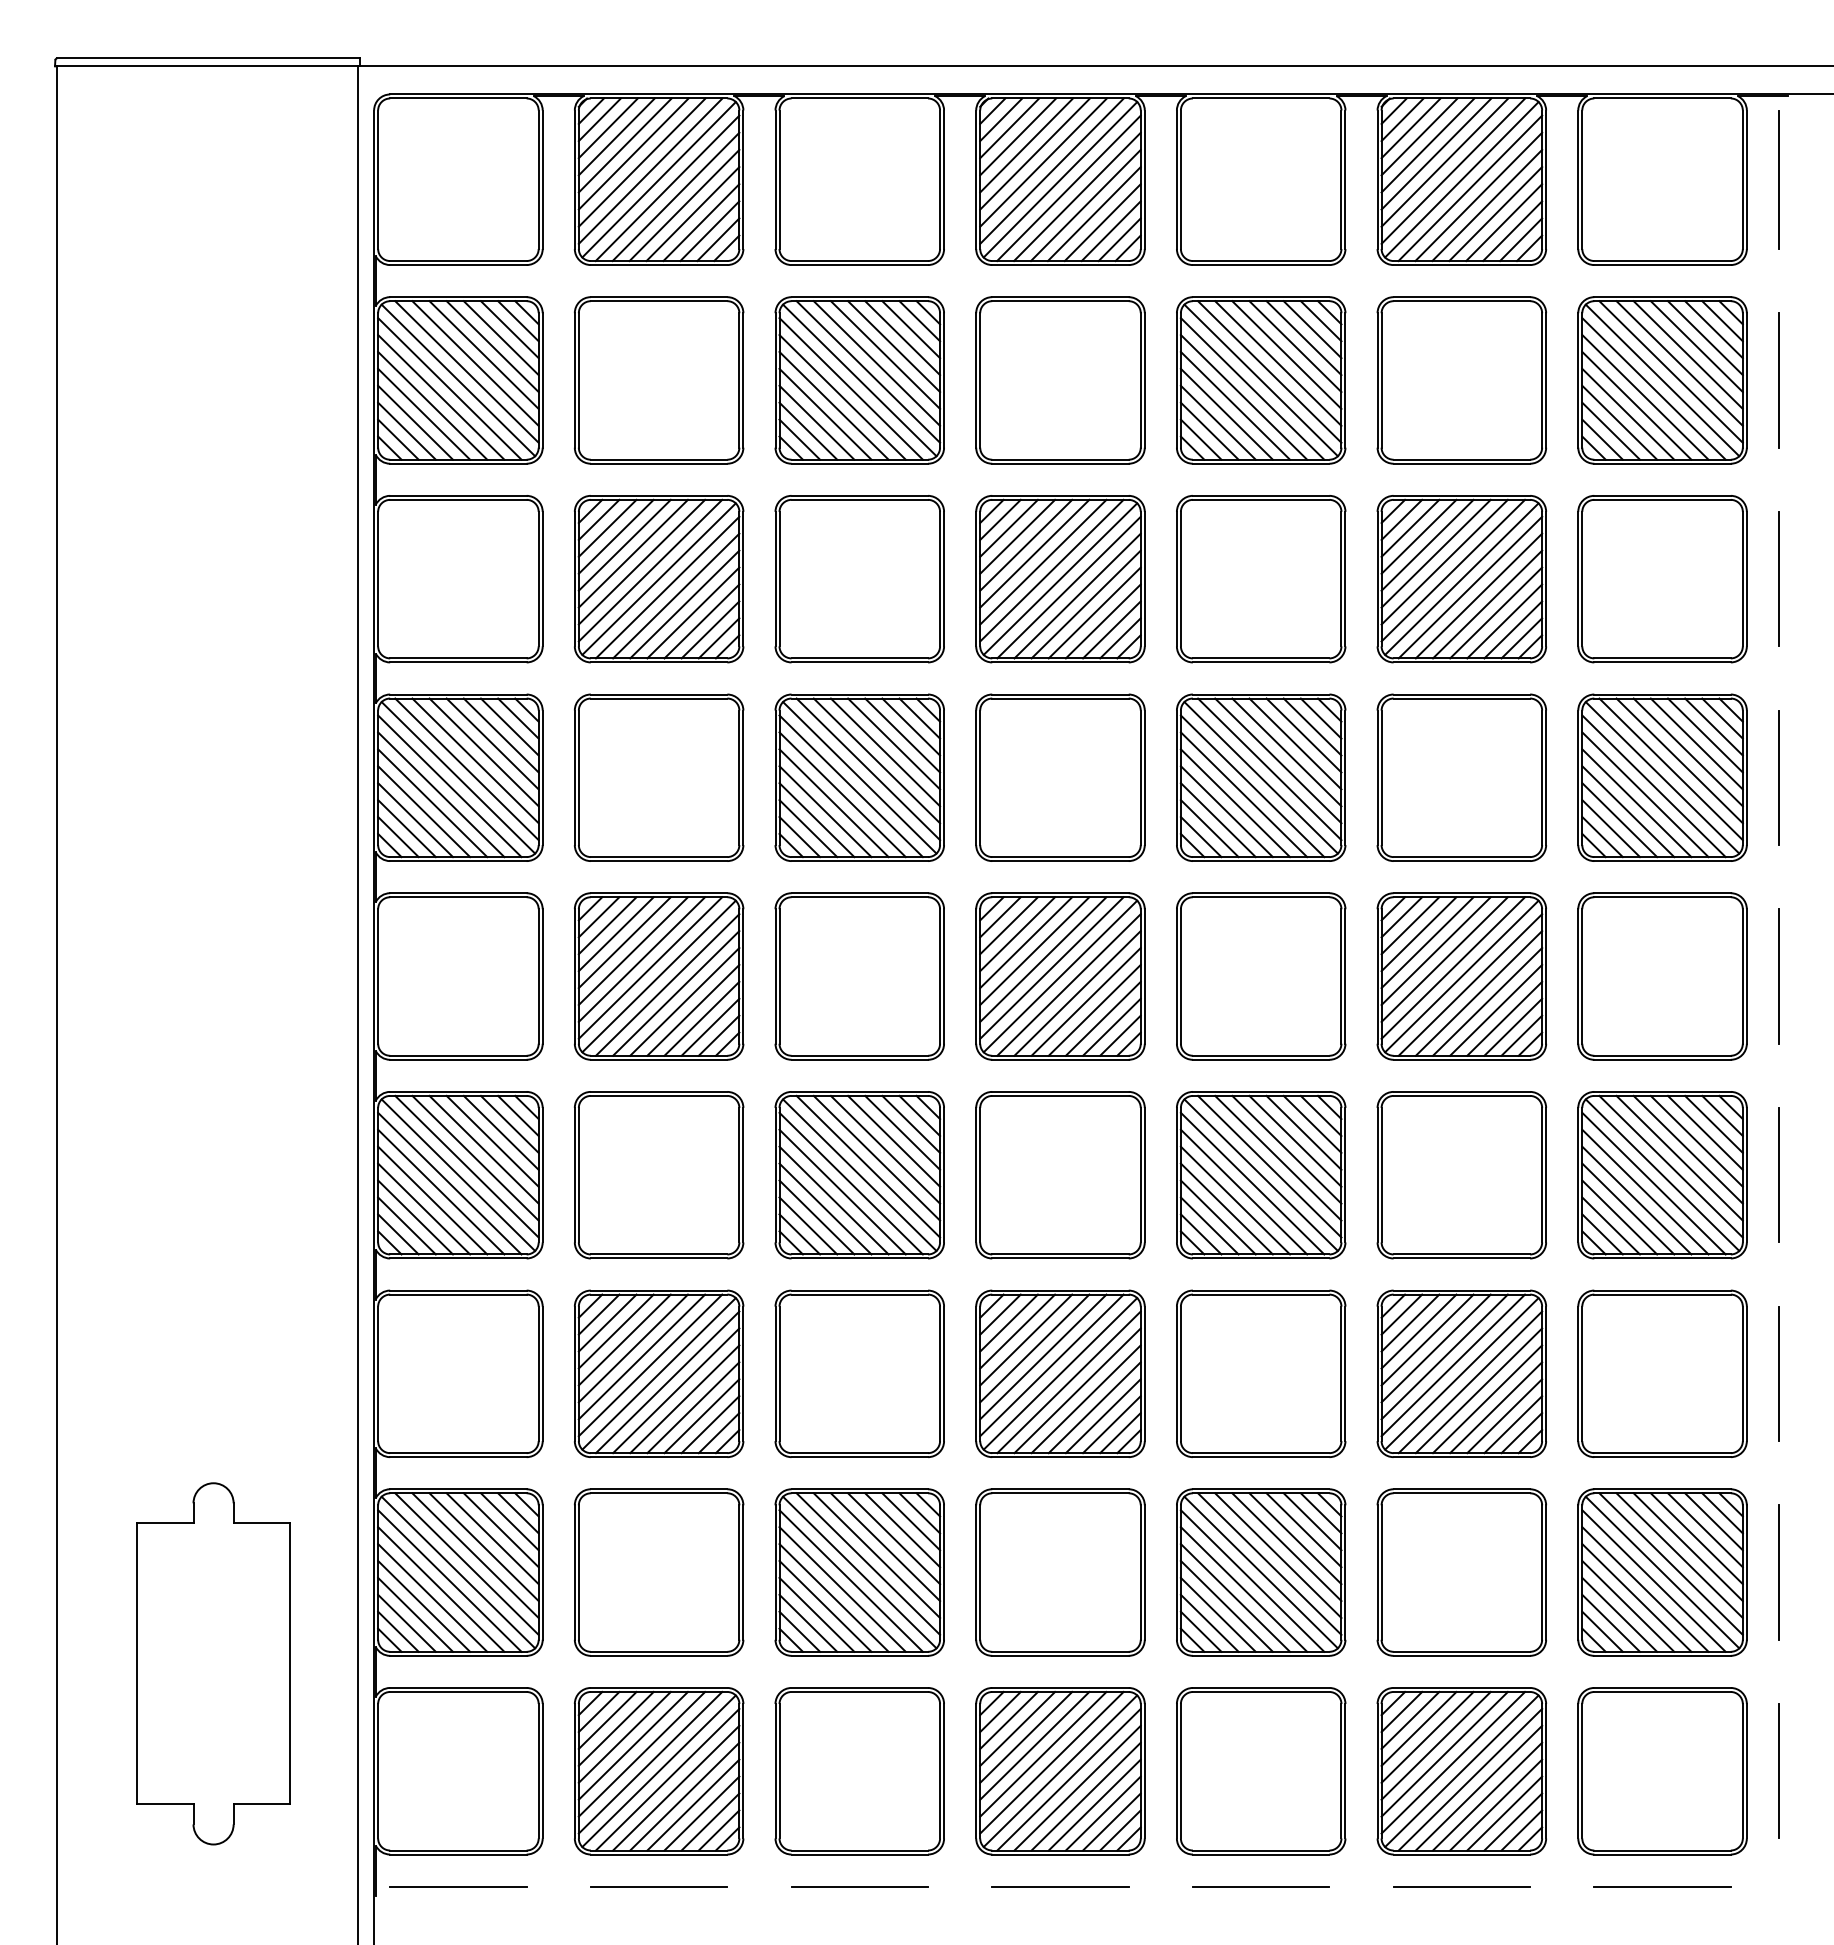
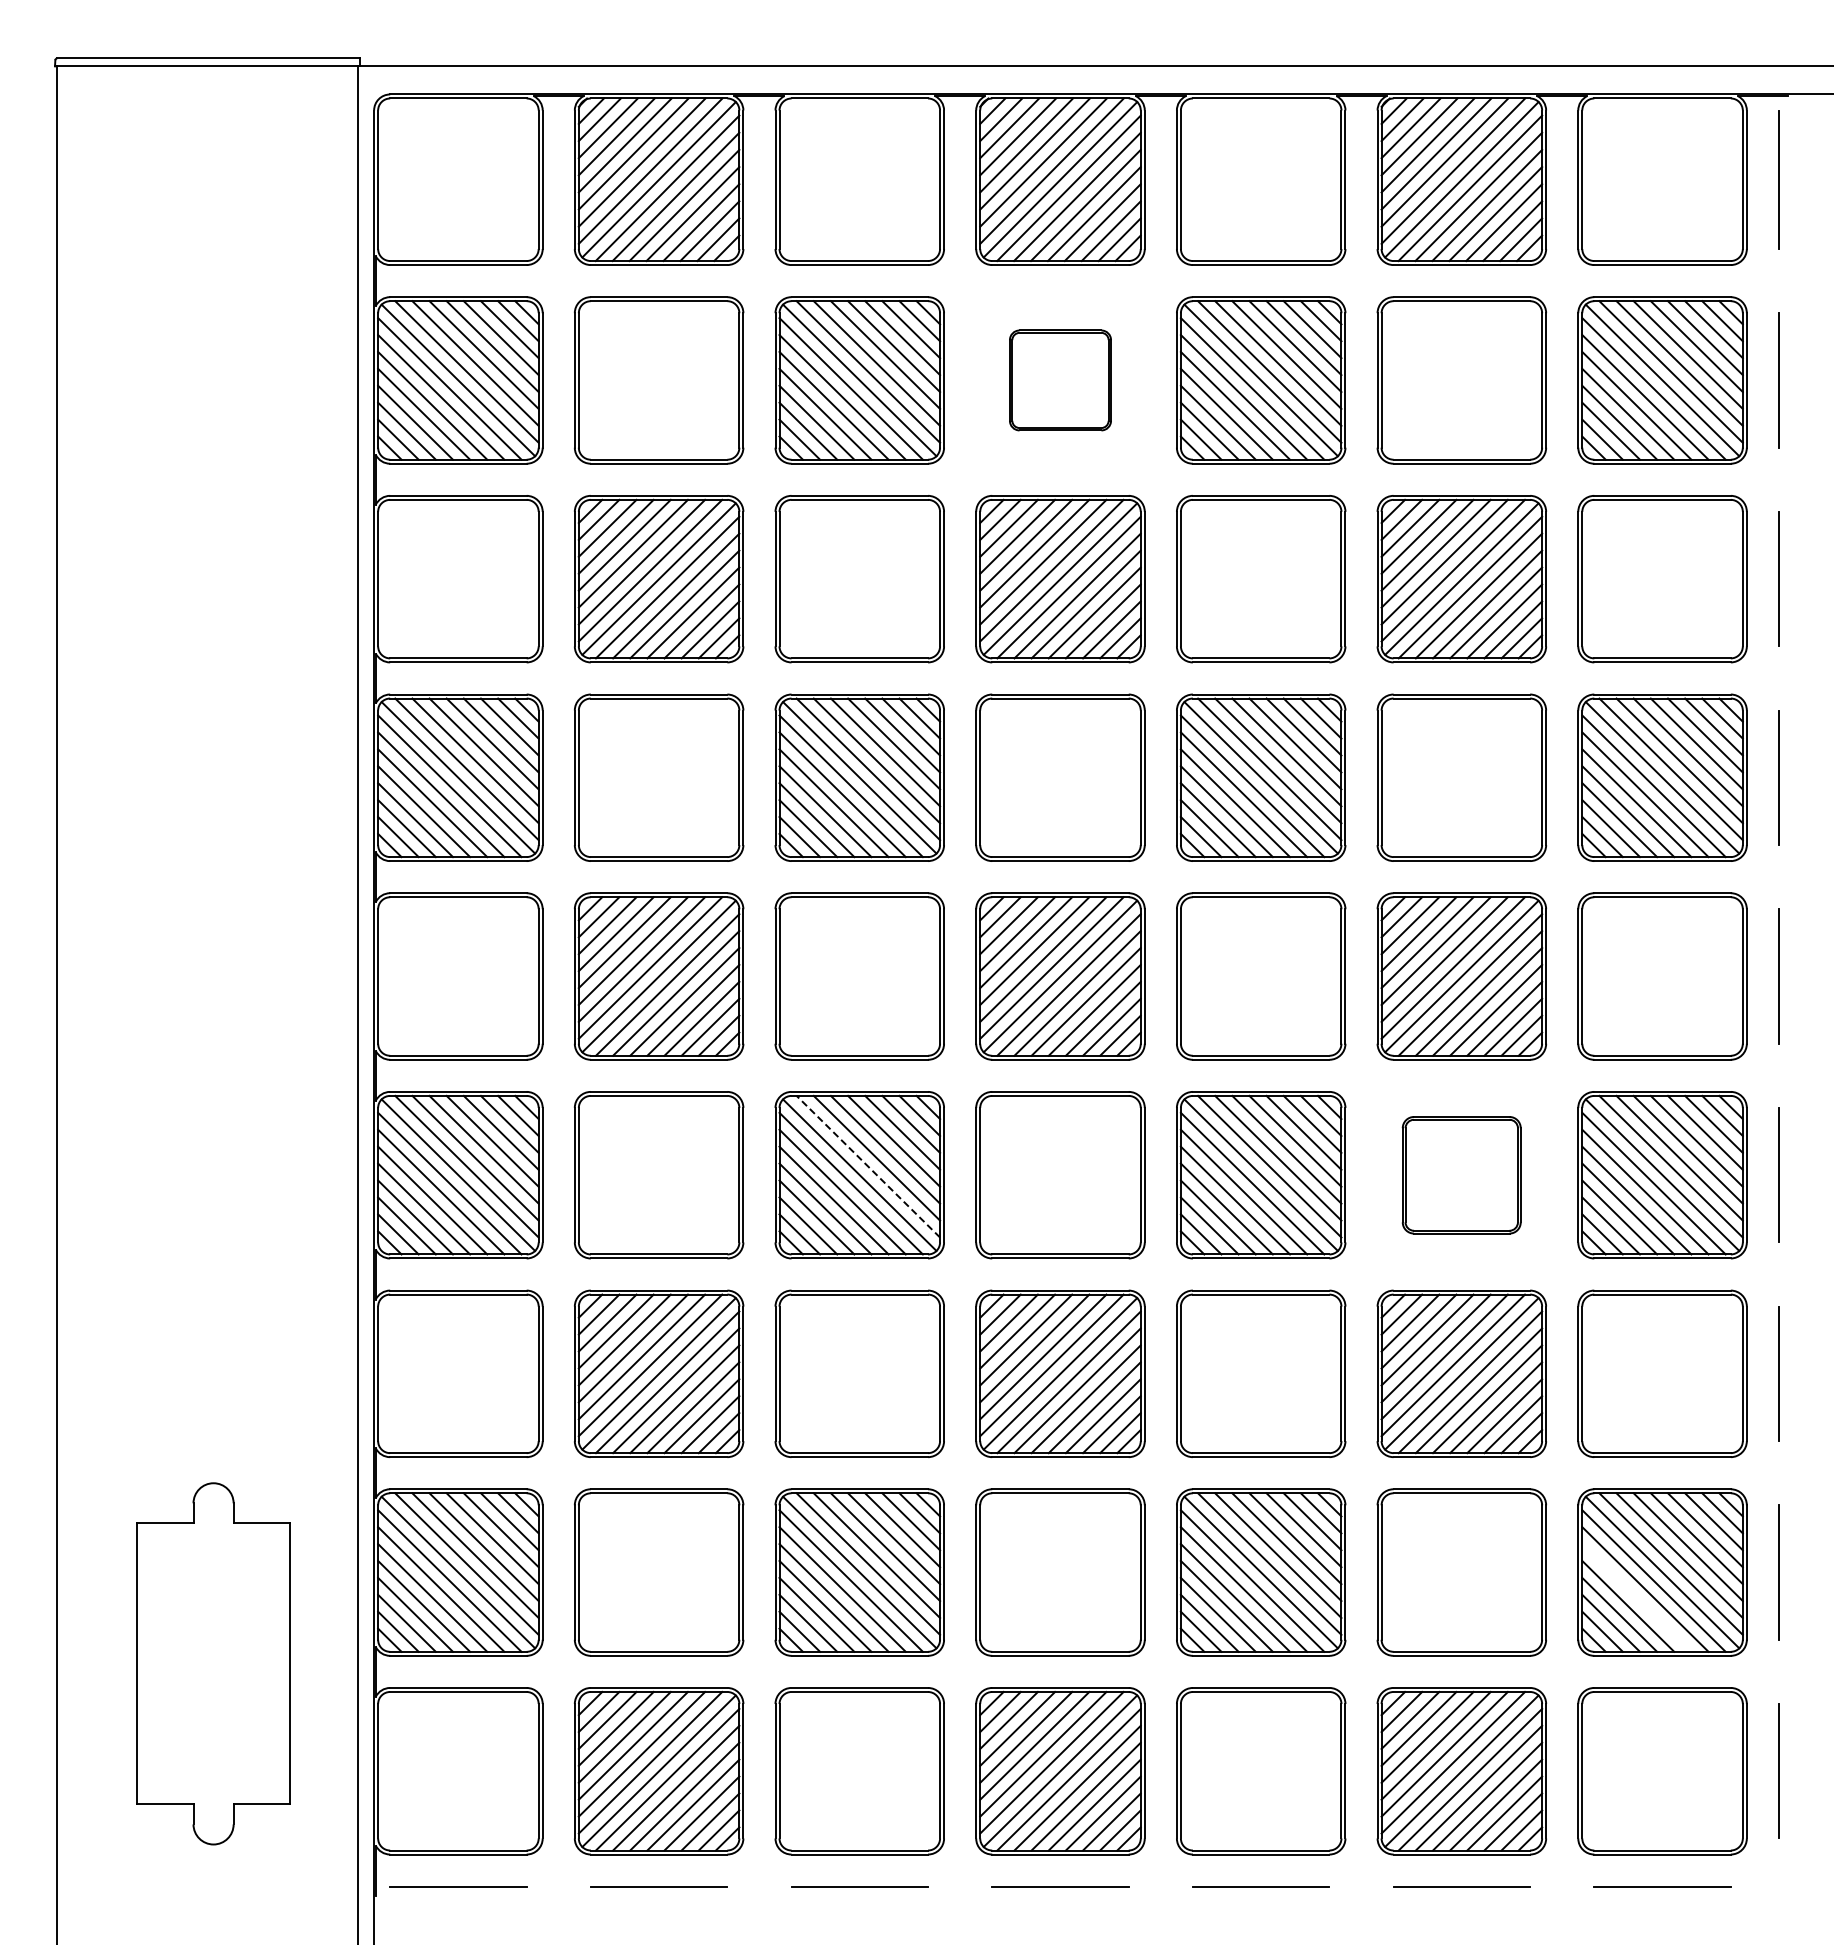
part at (1060, 380) size: 171x169 px -> 103x103 px
line at (868, 1166): solid -> dashed
part at (1461, 1175) size: 171x169 px -> 121x119 px
line at (1636, 1597): present -> none
